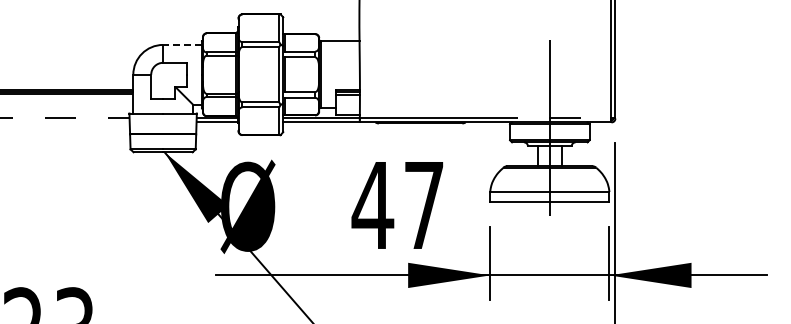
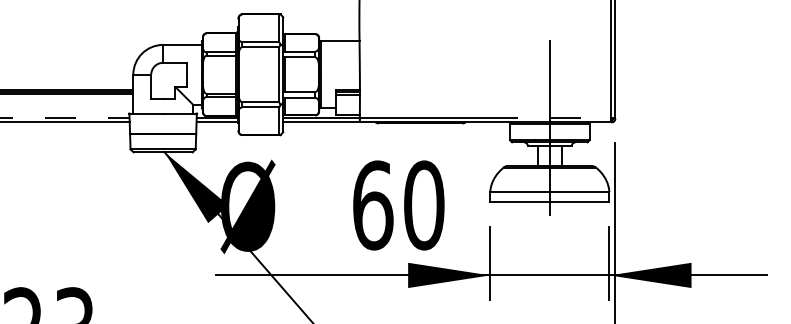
line at (182, 44): dashed -> solid
line at (65, 122): none -> present
text at (397, 205): 47 -> 60
